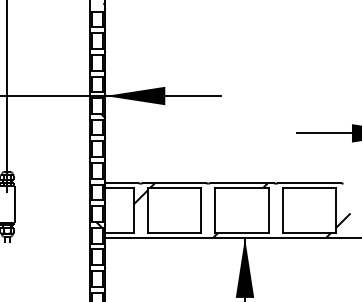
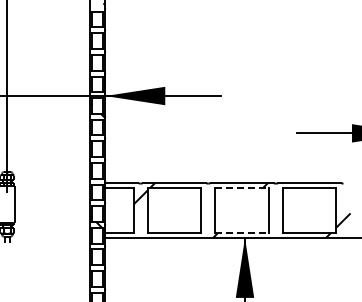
line at (242, 187): solid -> dashed
line at (242, 233): solid -> dashed
